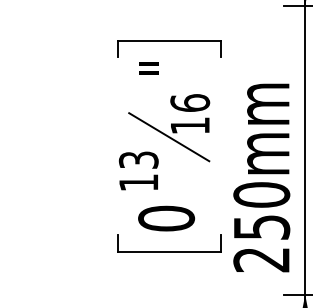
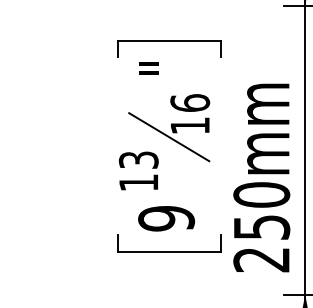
text at (166, 218): 0 -> 9
